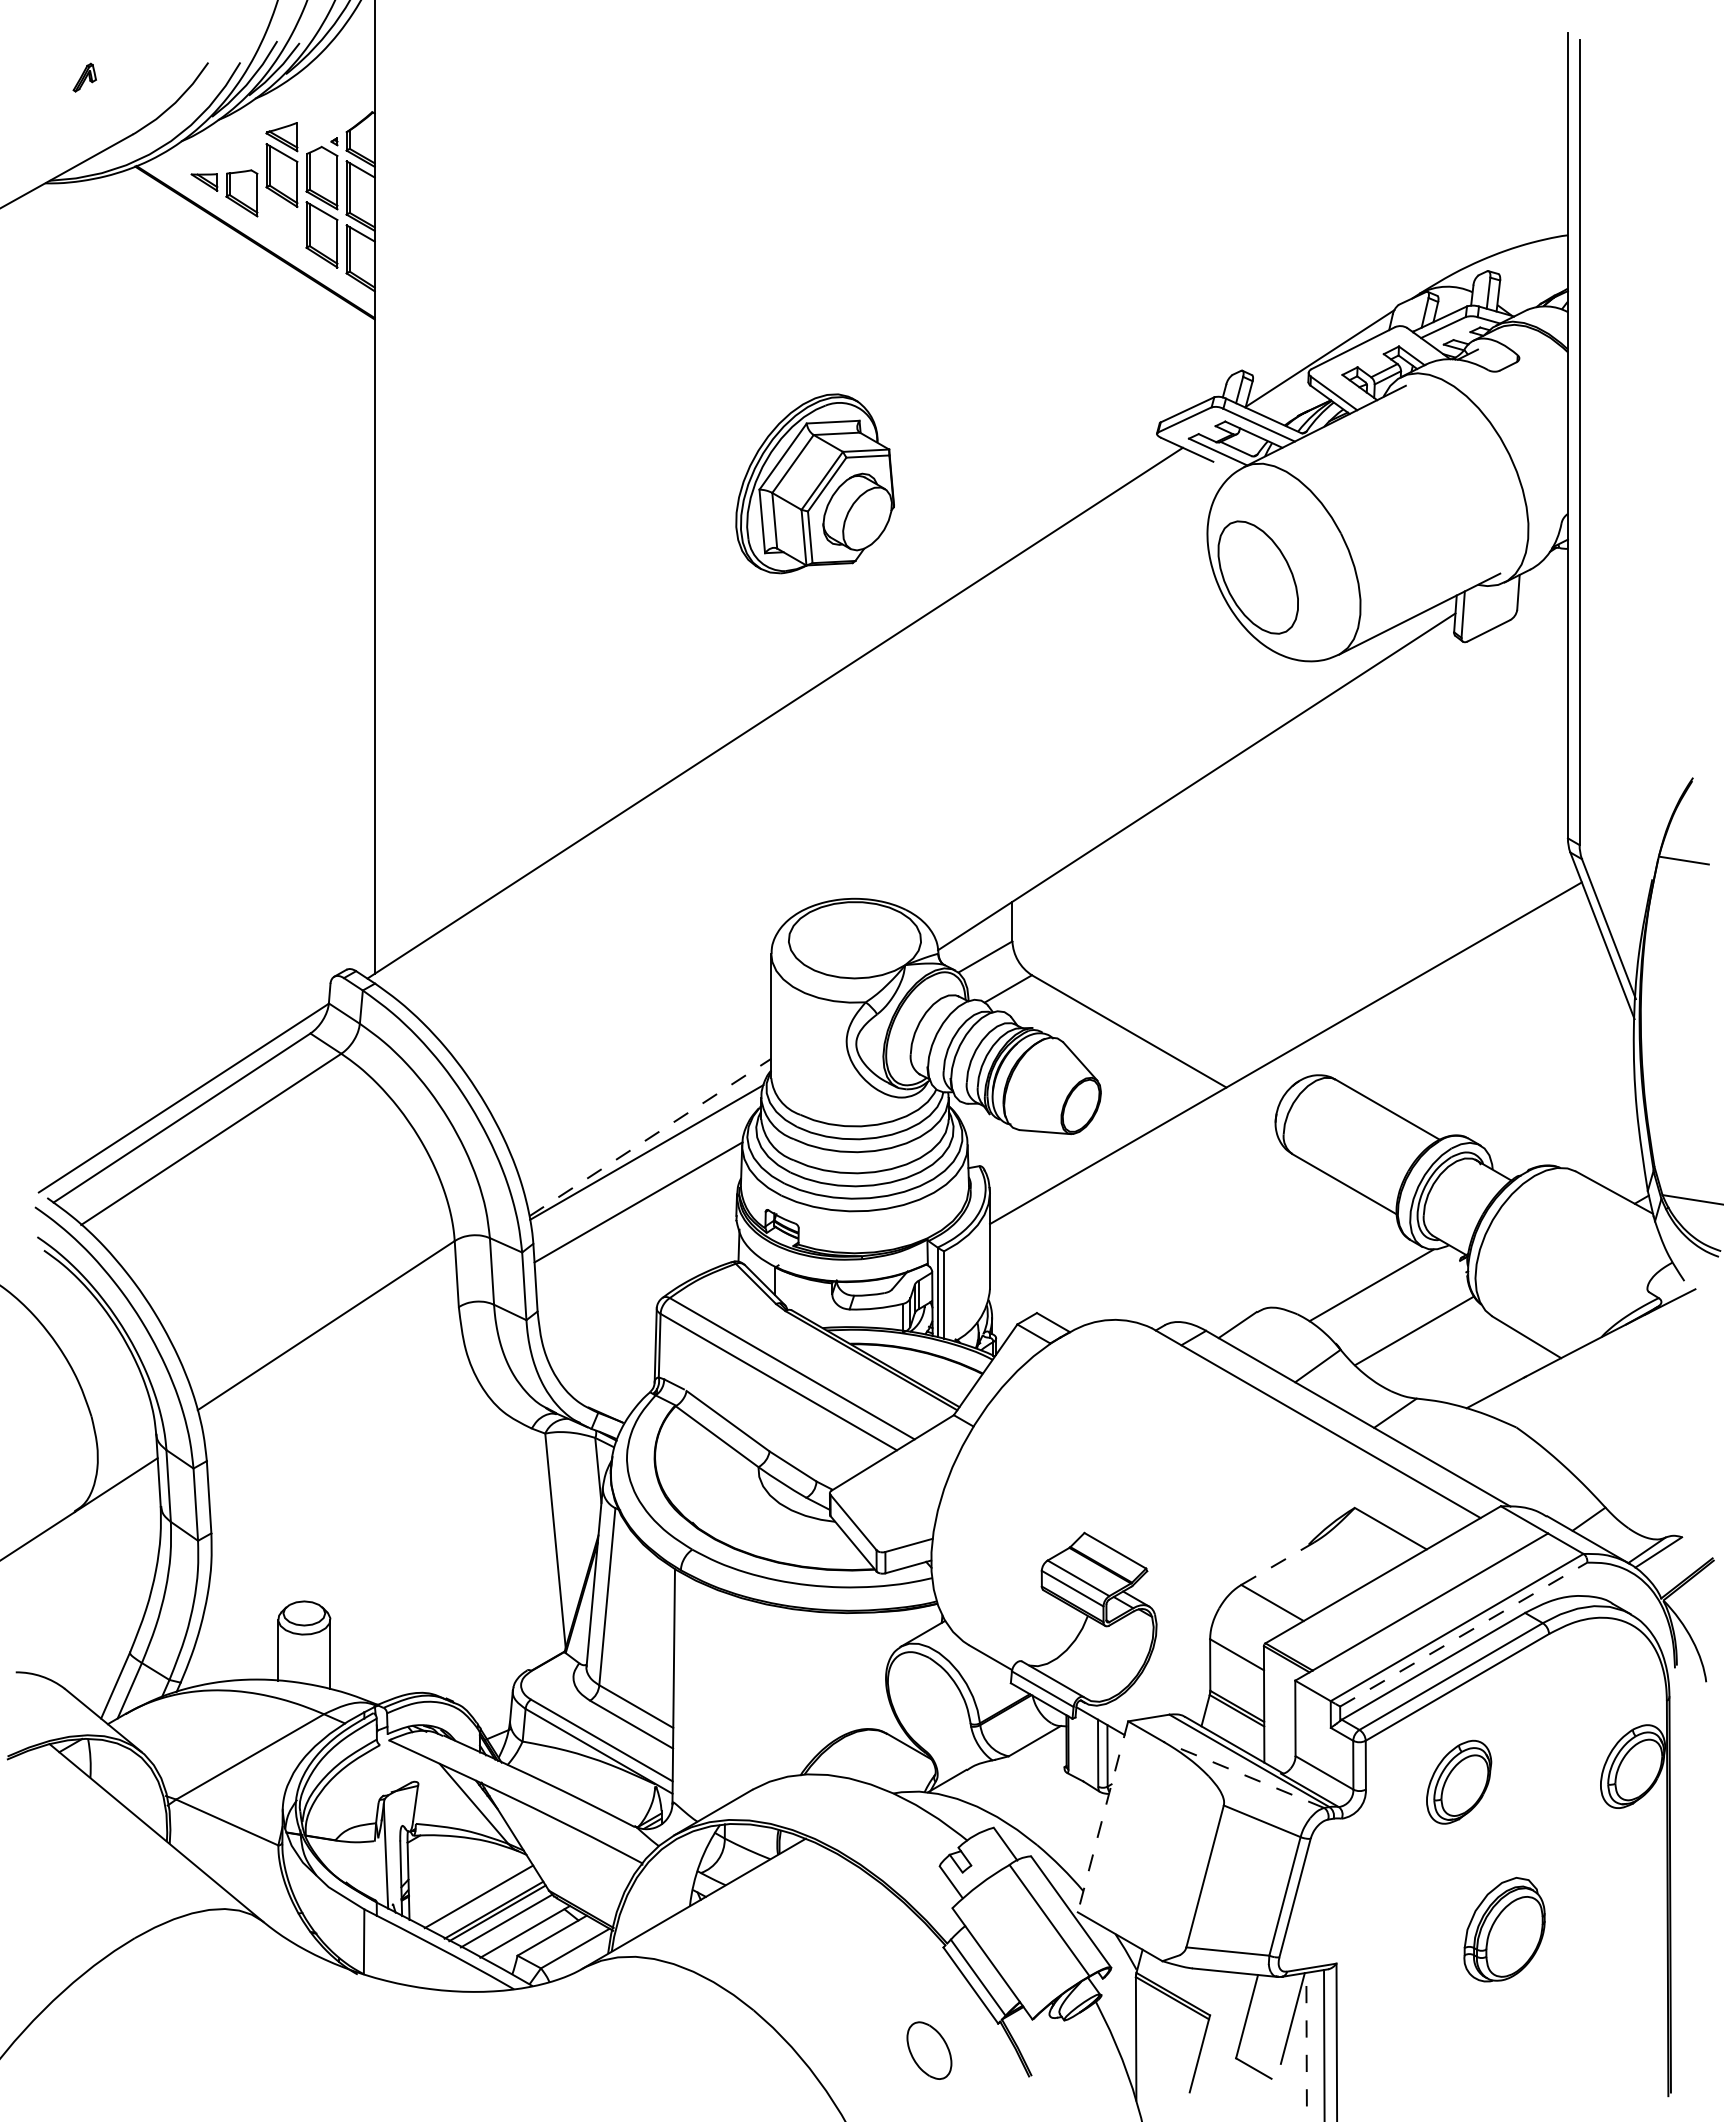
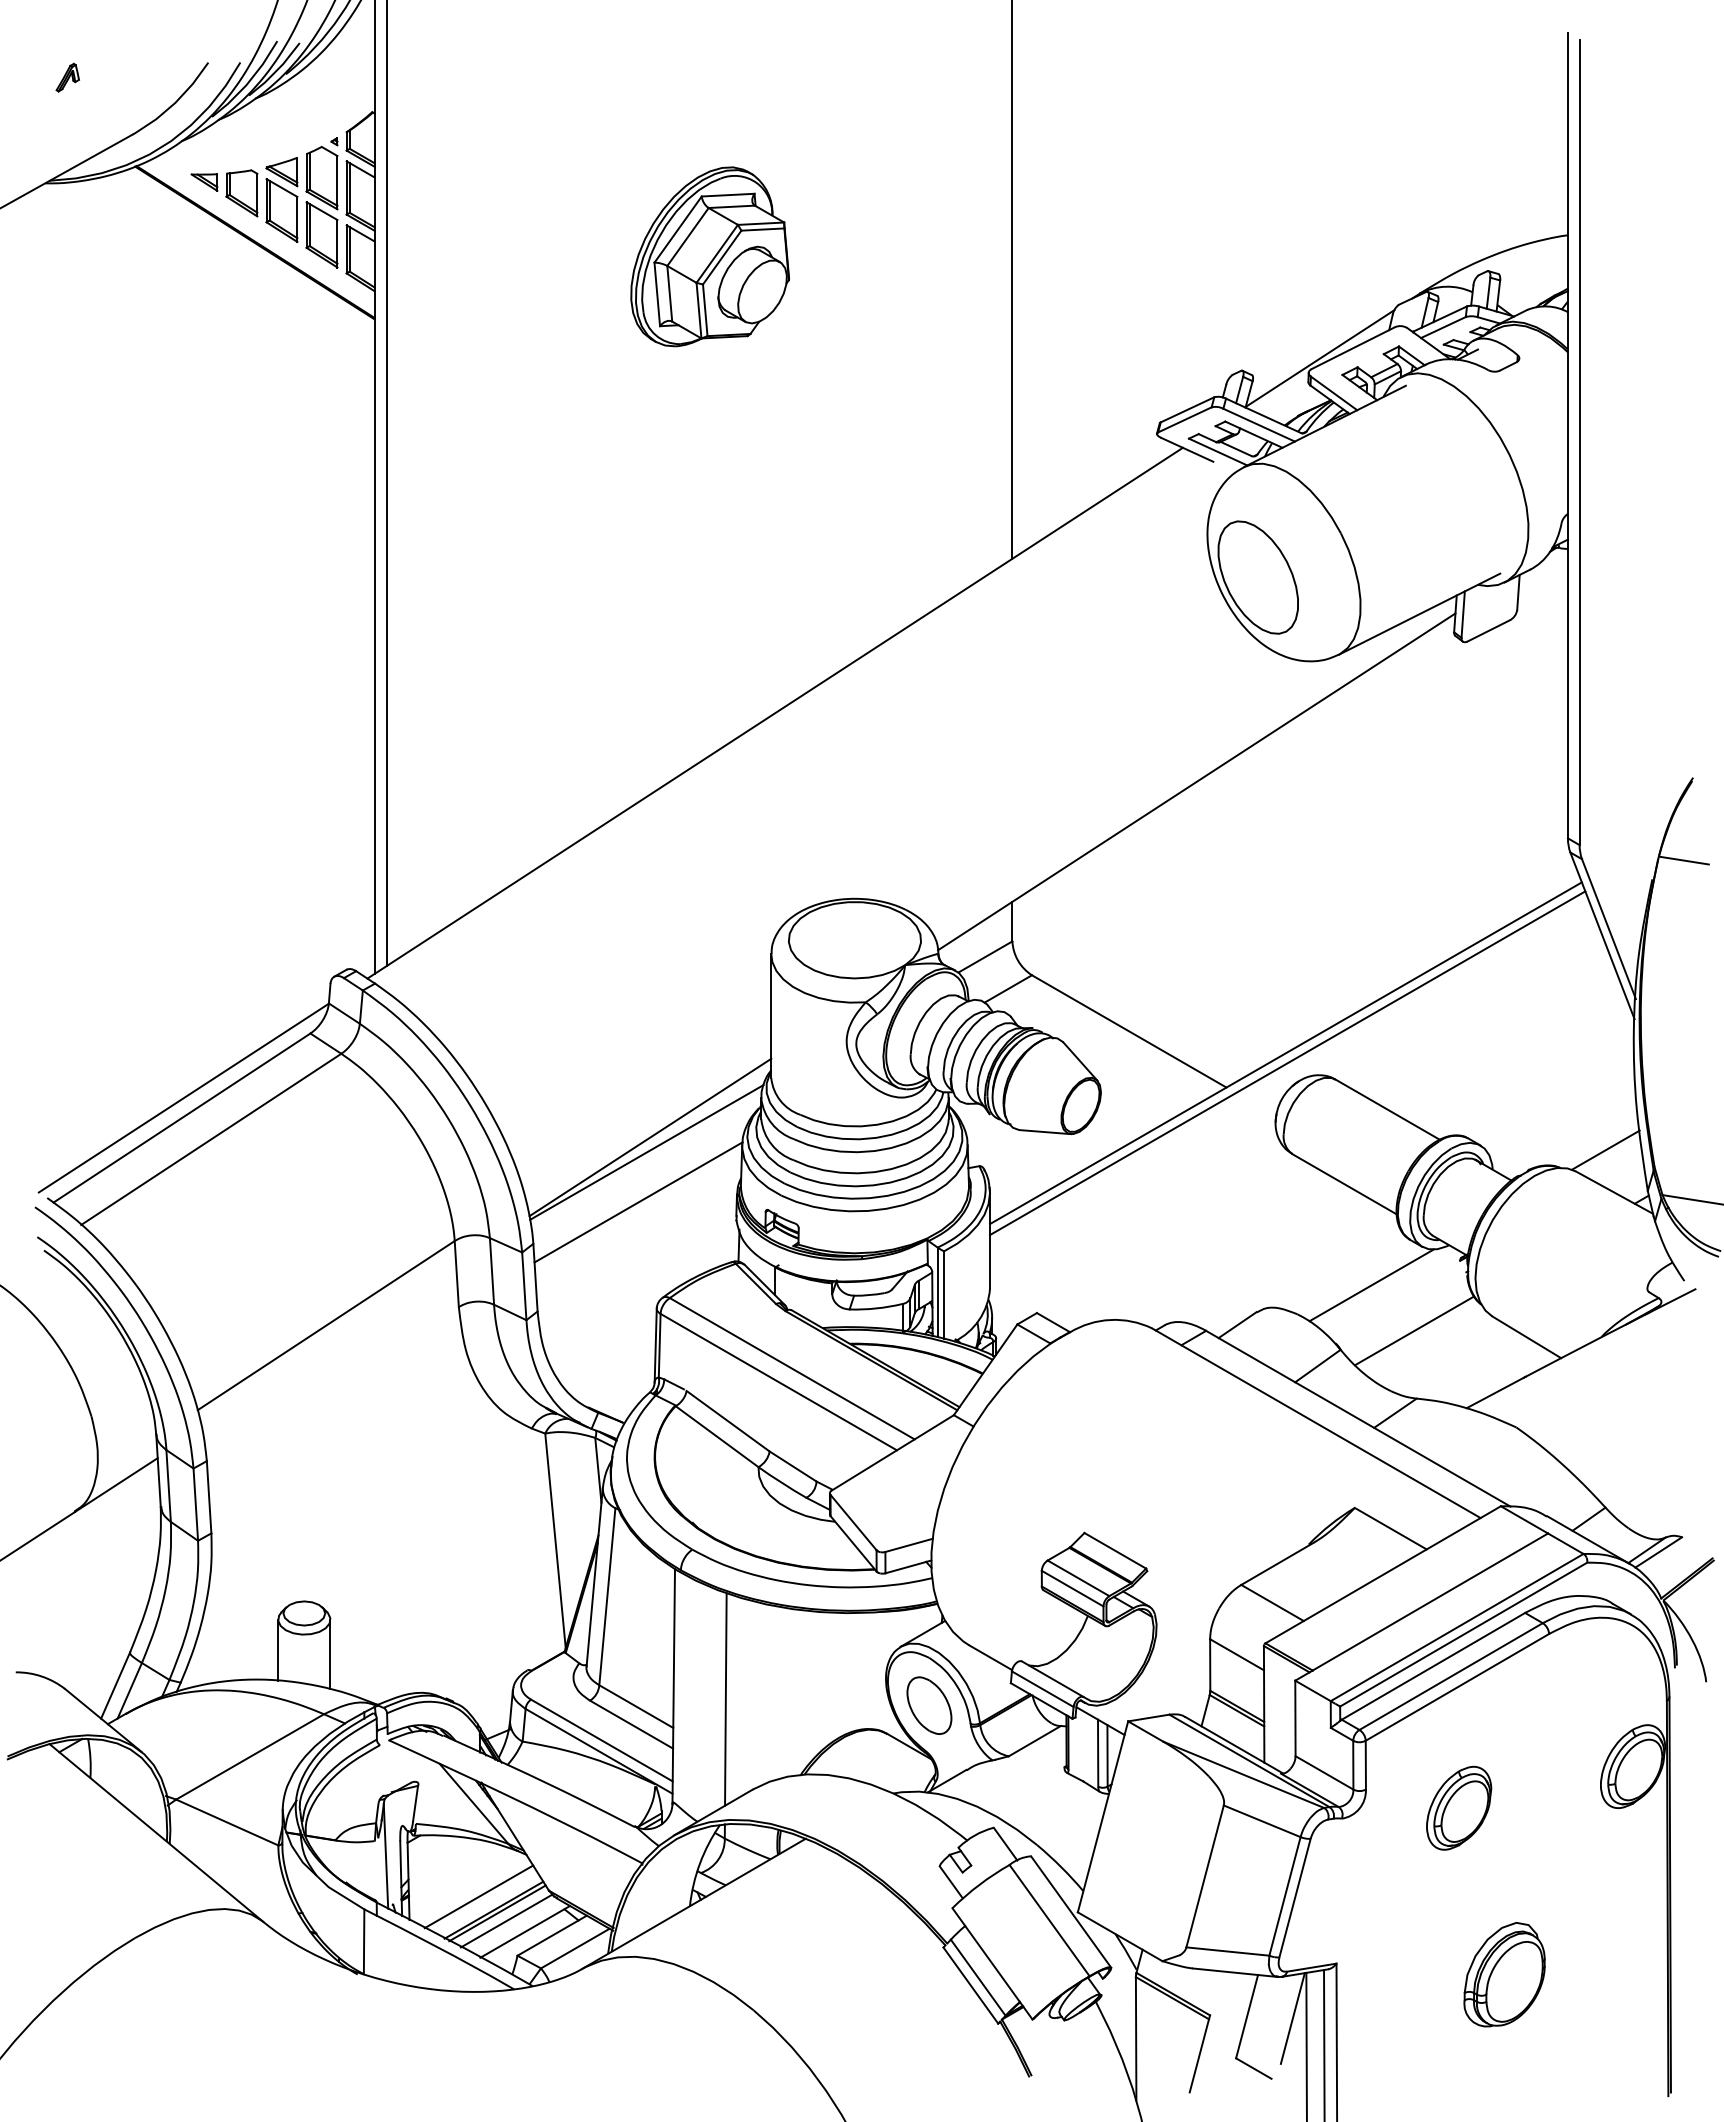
part at (84, 77) position: (84, 77) -> (67, 77)
part at (281, 164) position: (281, 164) -> (281, 199)
line at (1012, 280): none -> present
part at (814, 483) position: (814, 483) -> (709, 256)
line at (386, 484): none -> present
line at (1287, 1063): none -> present
line at (650, 1137): dashed -> solid
line at (1605, 1149): none -> present
line at (1278, 1563): dashed -> solid
line at (1463, 1634): dashed -> solid
line at (725, 1699): none -> present
line at (1243, 1774): dashed -> solid
part at (1459, 1781) position: (1459, 1781) -> (1459, 1807)
line at (1103, 1816): dashed -> solid
part at (1504, 1929) position: (1504, 1929) -> (1504, 1974)
line at (1306, 2046): dashed -> solid
part at (929, 2050) position: (929, 2050) -> (929, 1705)
